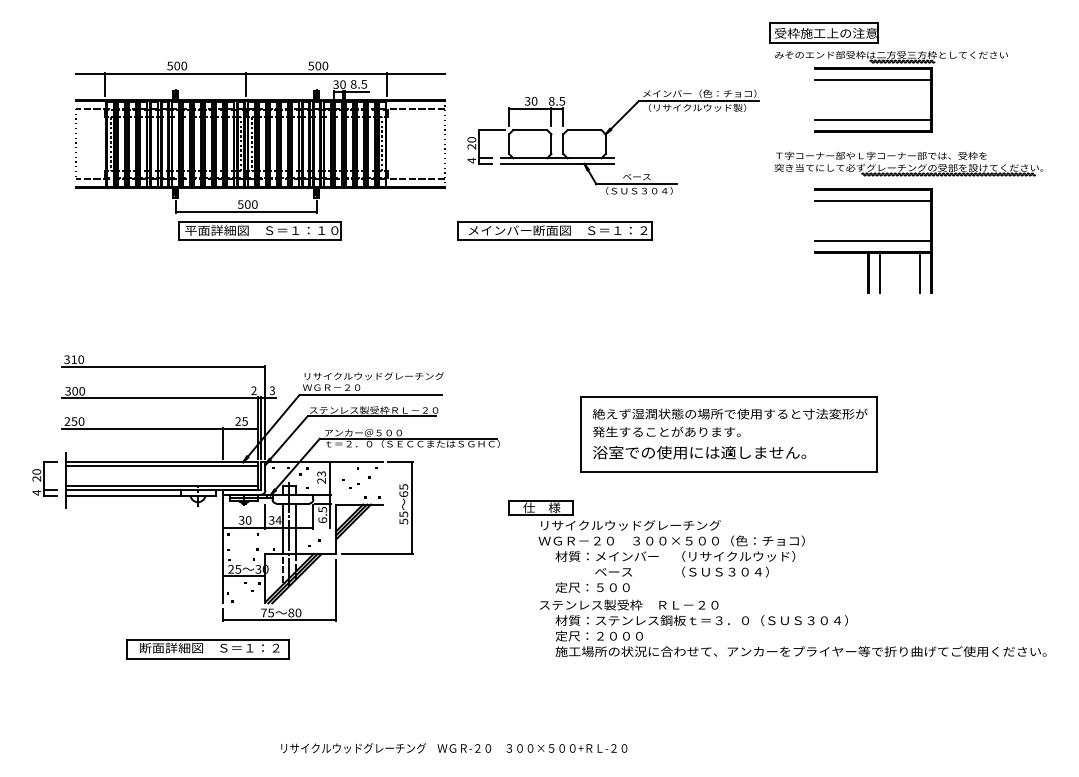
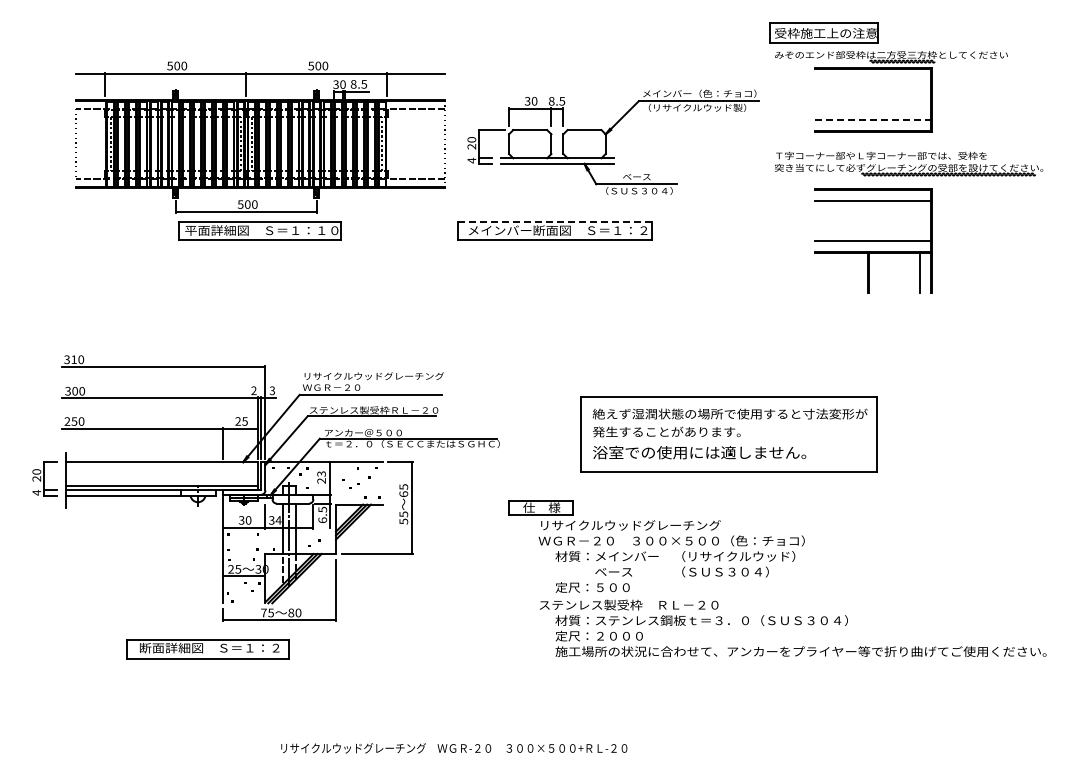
line at (872, 79): present -> none
line at (873, 120): solid -> dashed
line at (555, 221): solid -> dashed
line at (879, 273): present -> none
line at (161, 466): present -> none
